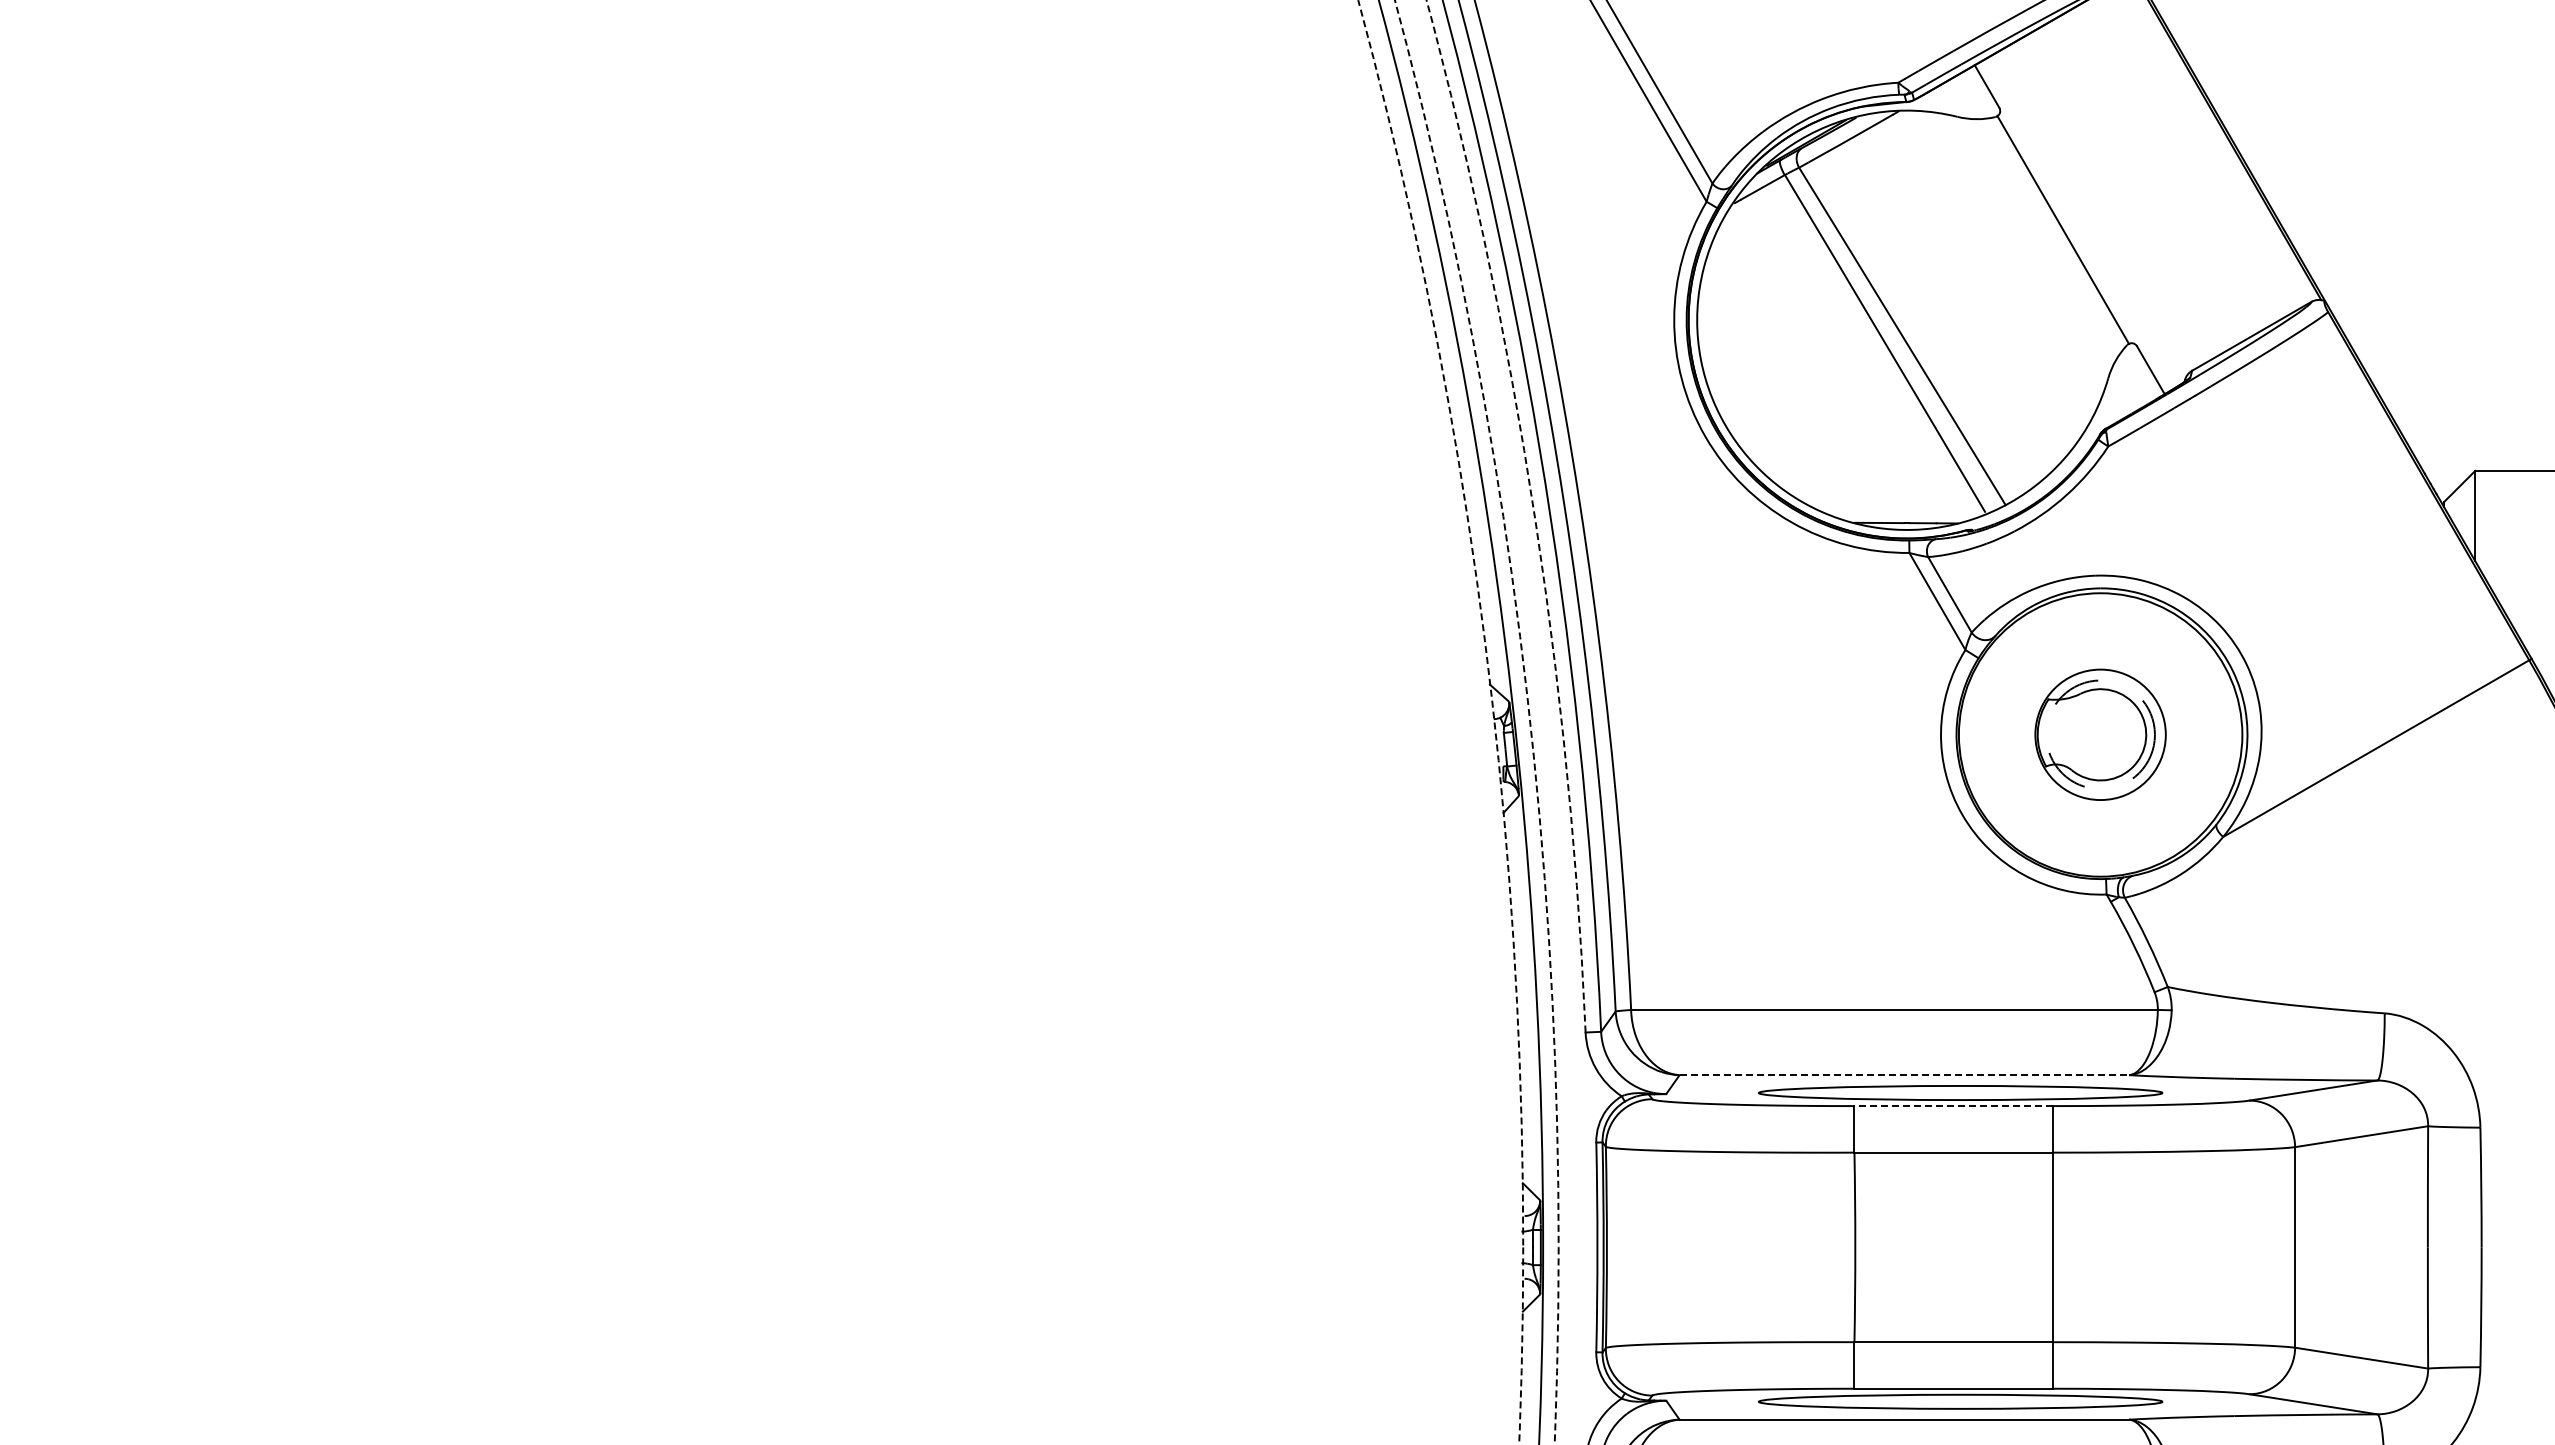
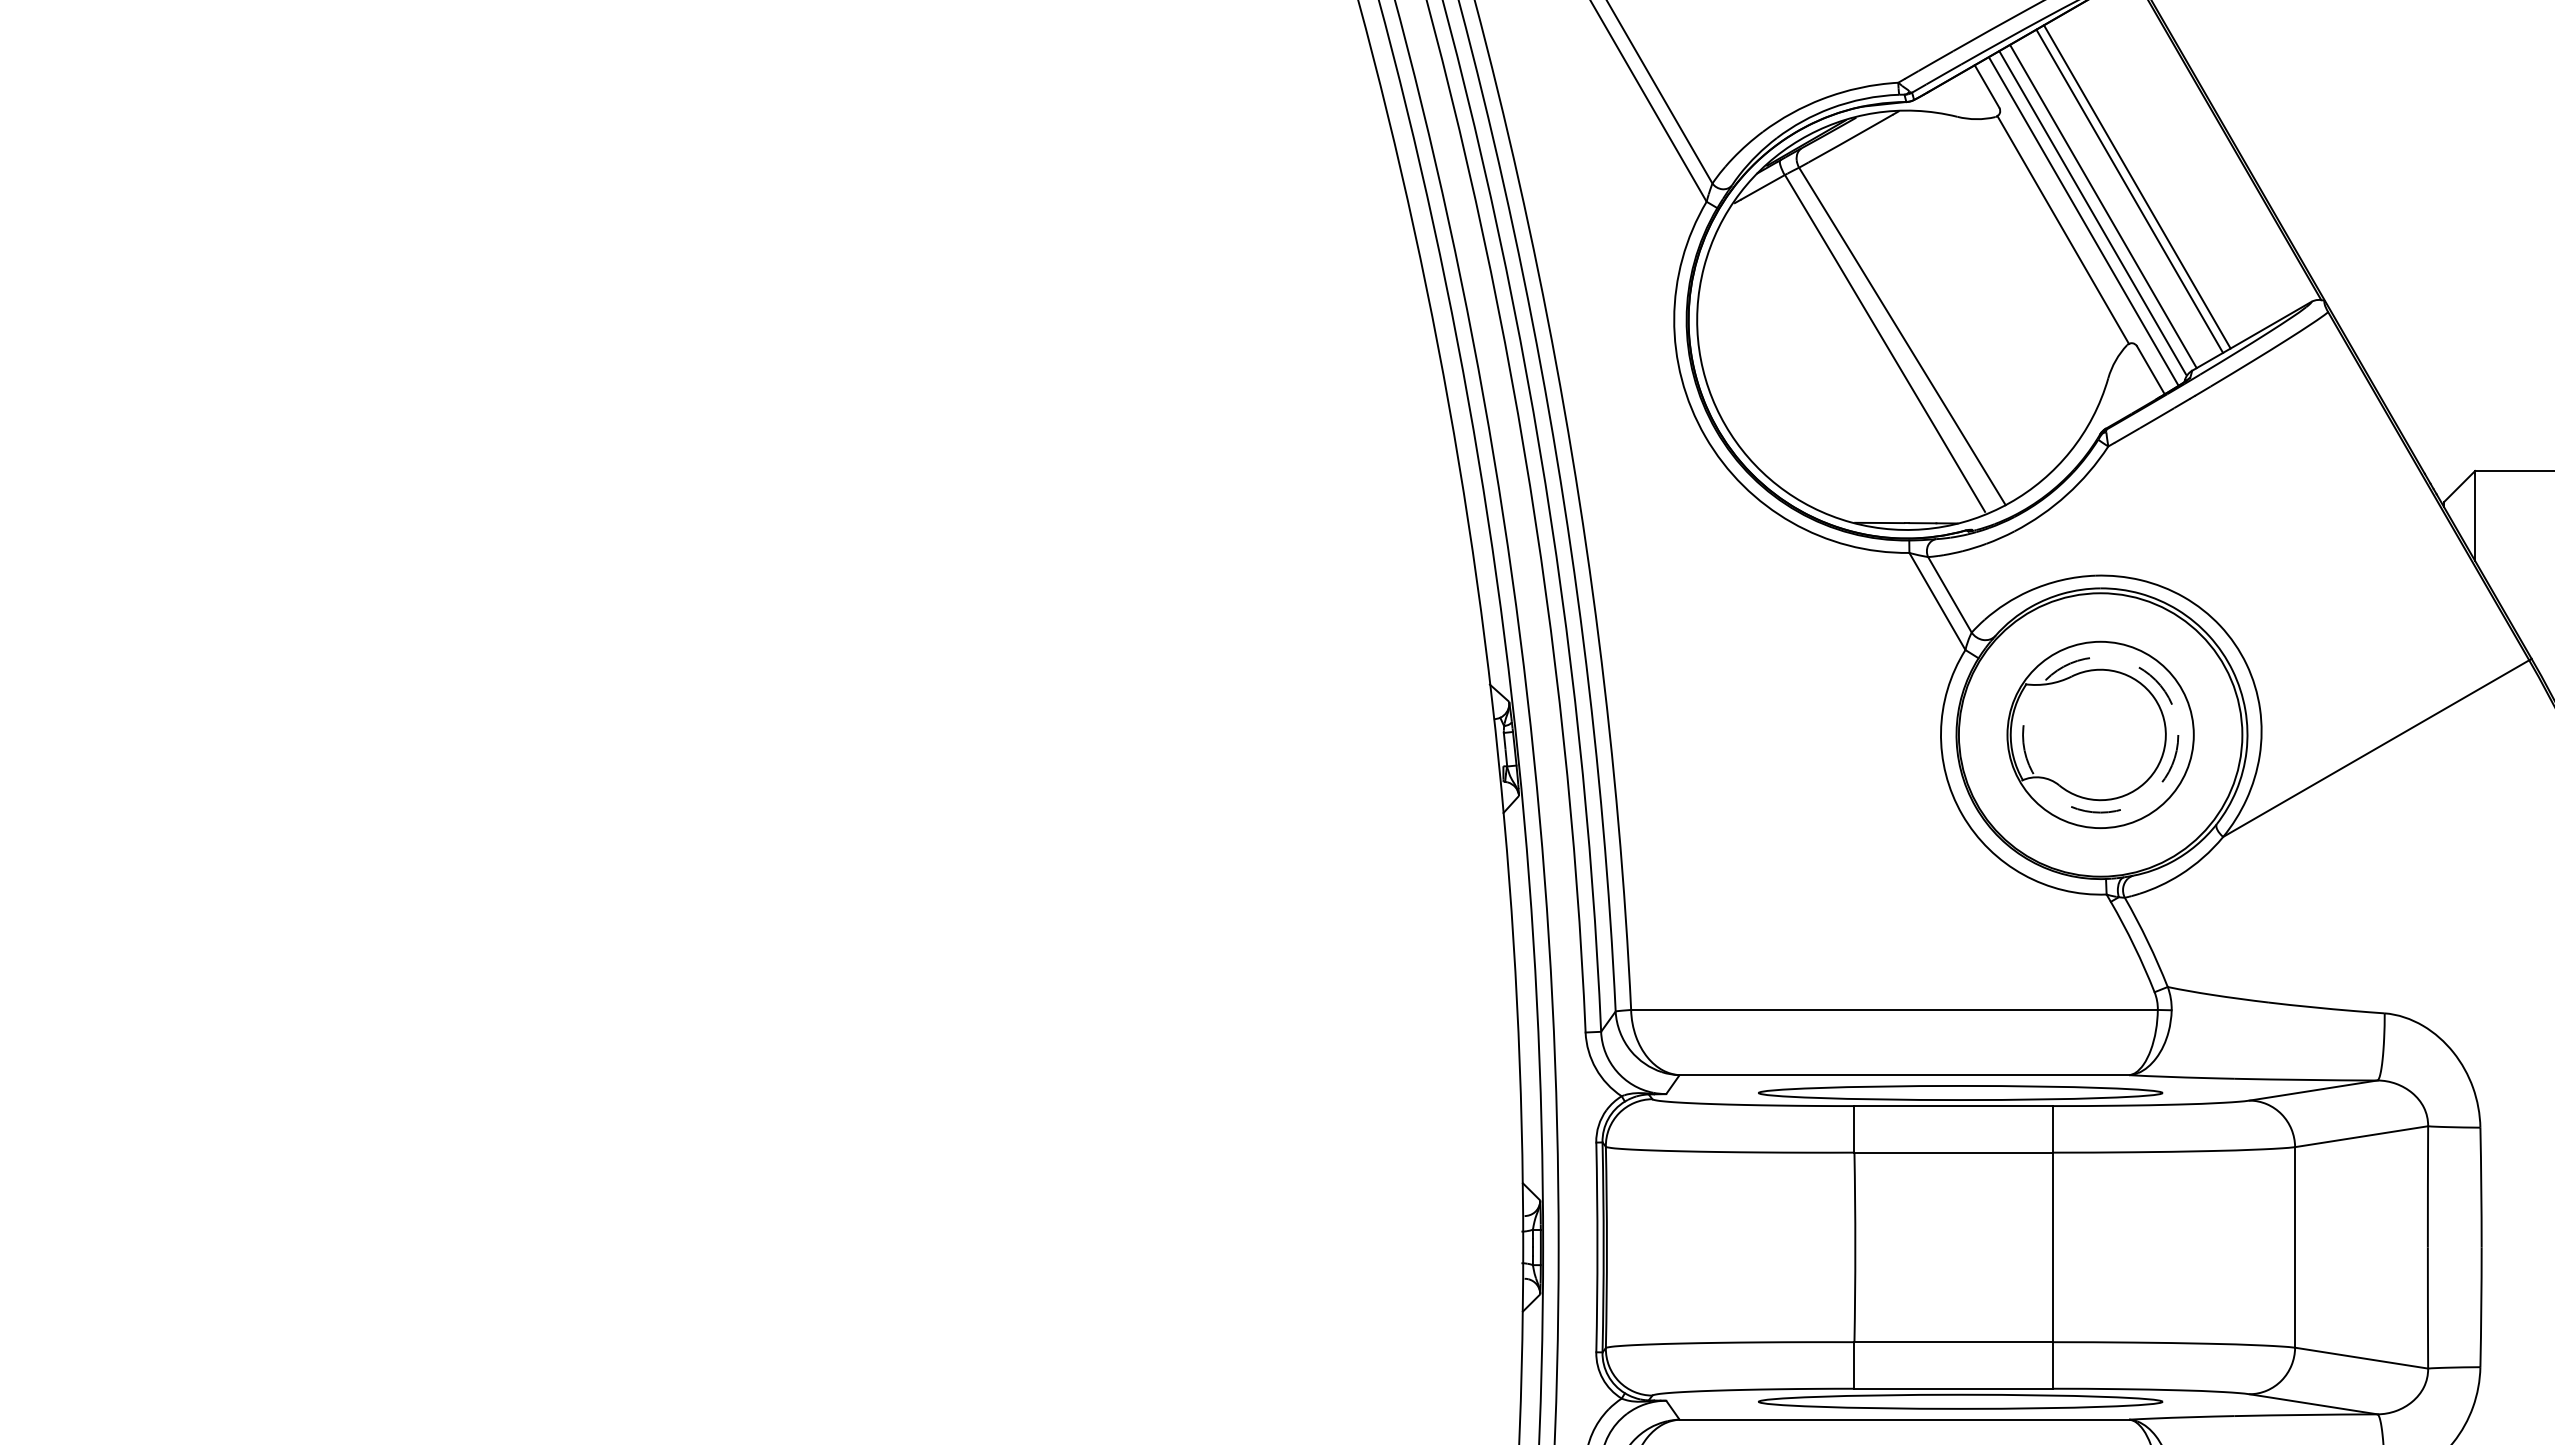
line at (2137, 186): none -> present
line at (2129, 190): none -> present
line at (2103, 206): none -> present
line at (2092, 212): none -> present
line at (2083, 222): none -> present
arc at (1533, 509): dashed -> solid
circle at (1440, 722): dashed -> solid
circle at (1476, 722): dashed -> solid
part at (2100, 734) size: 133x133 px -> 189x189 px
line at (1904, 1075): dashed -> solid
line at (1953, 1106): dashed -> solid
